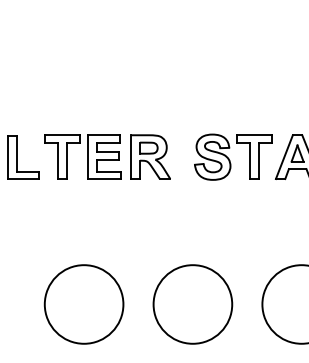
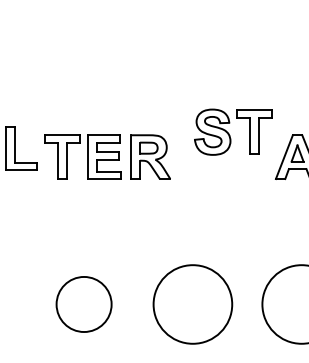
part at (233, 156) position: (233, 156) -> (233, 131)
part at (23, 157) position: (23, 157) -> (21, 148)
circle at (83, 304) diameter: 79 px -> 55 px
